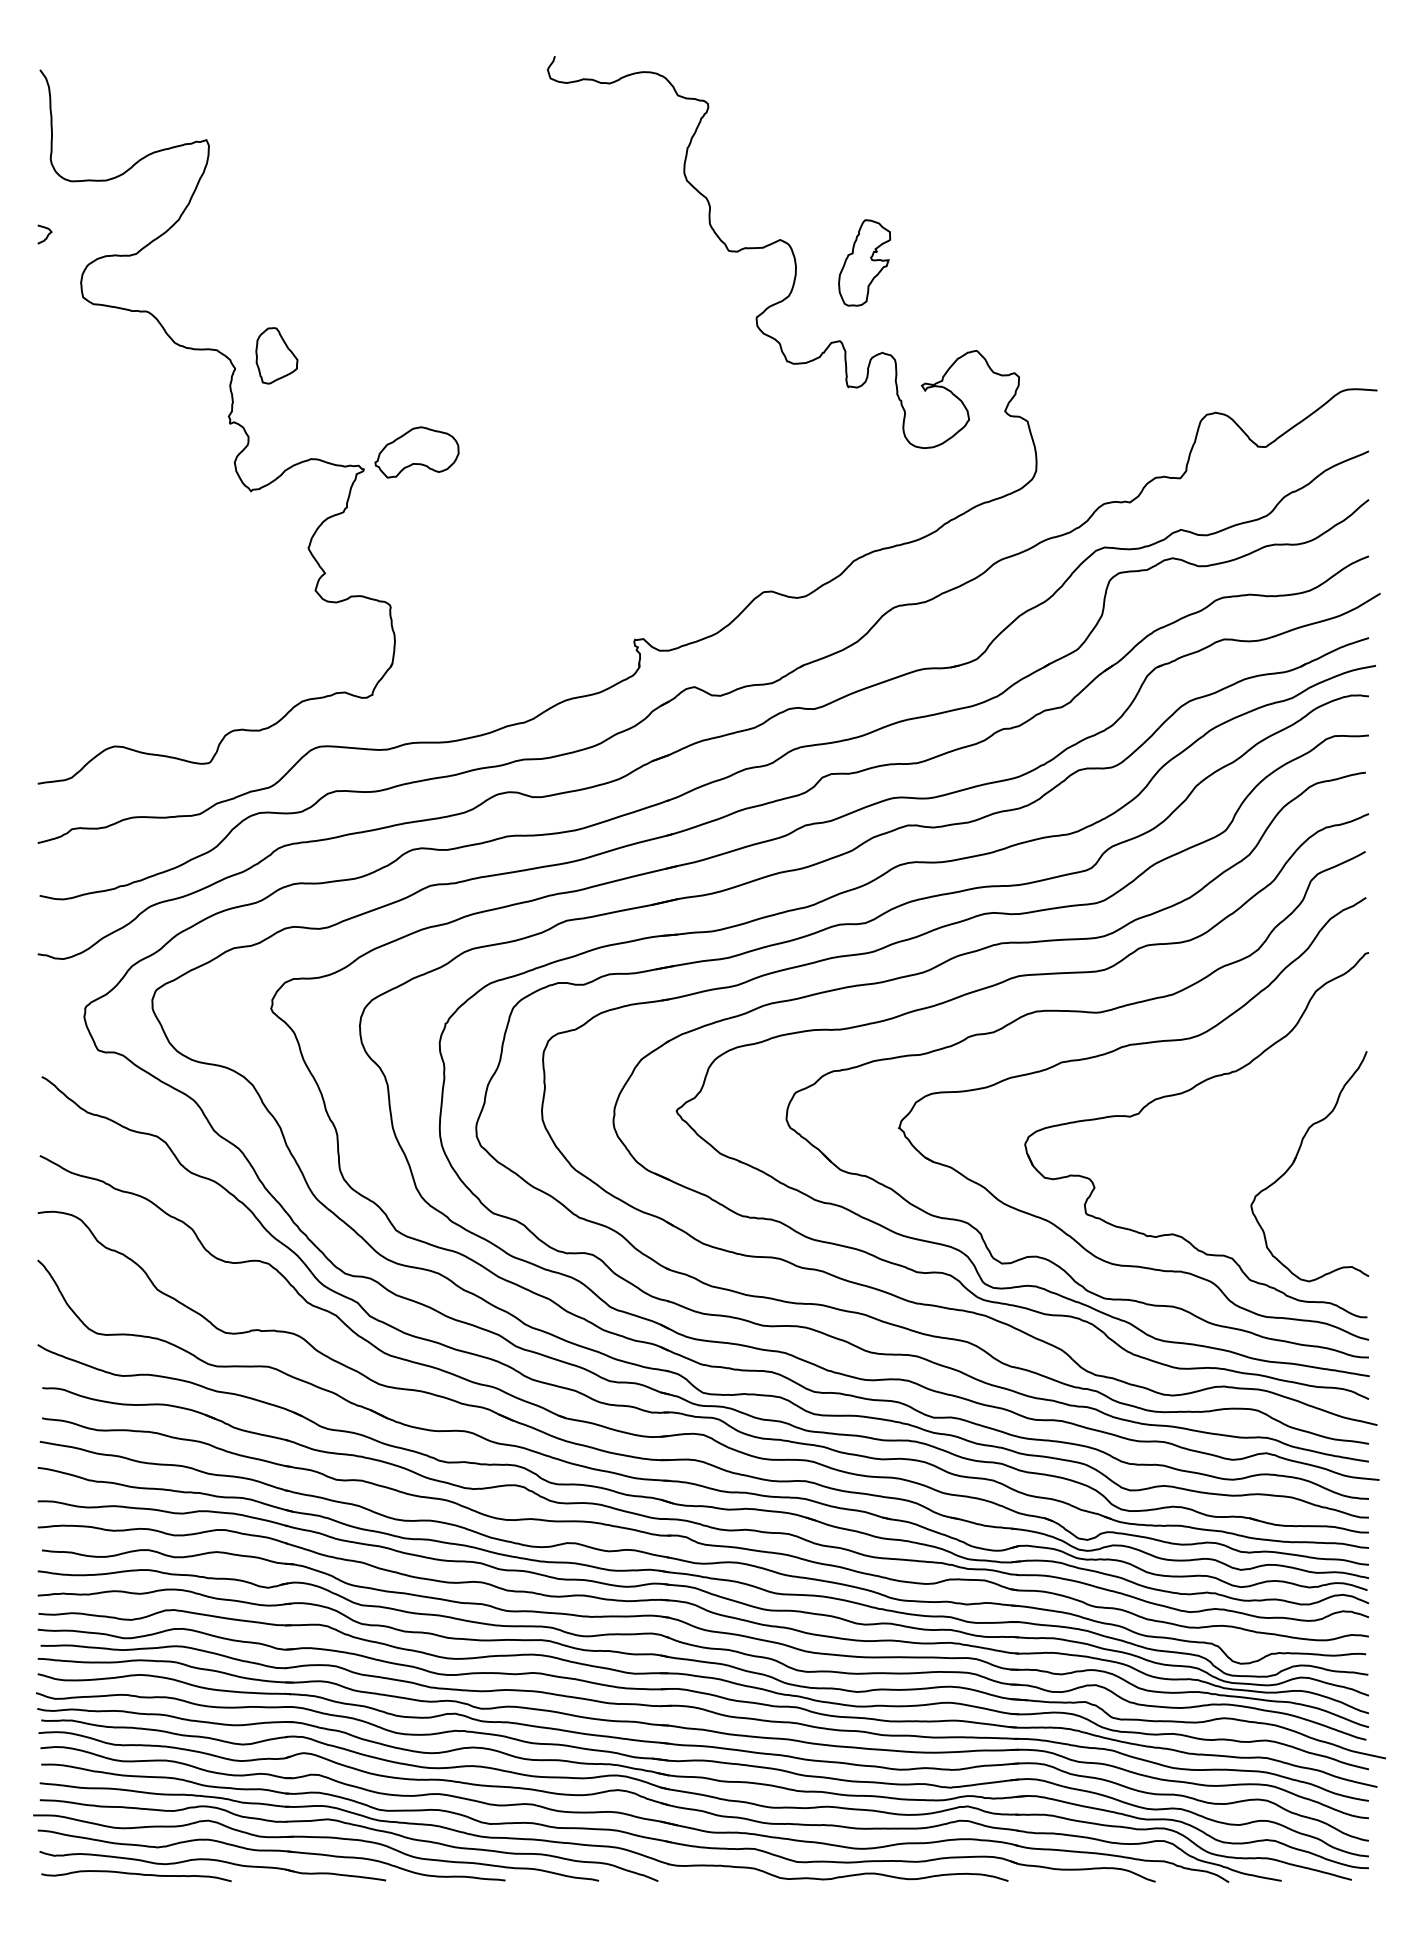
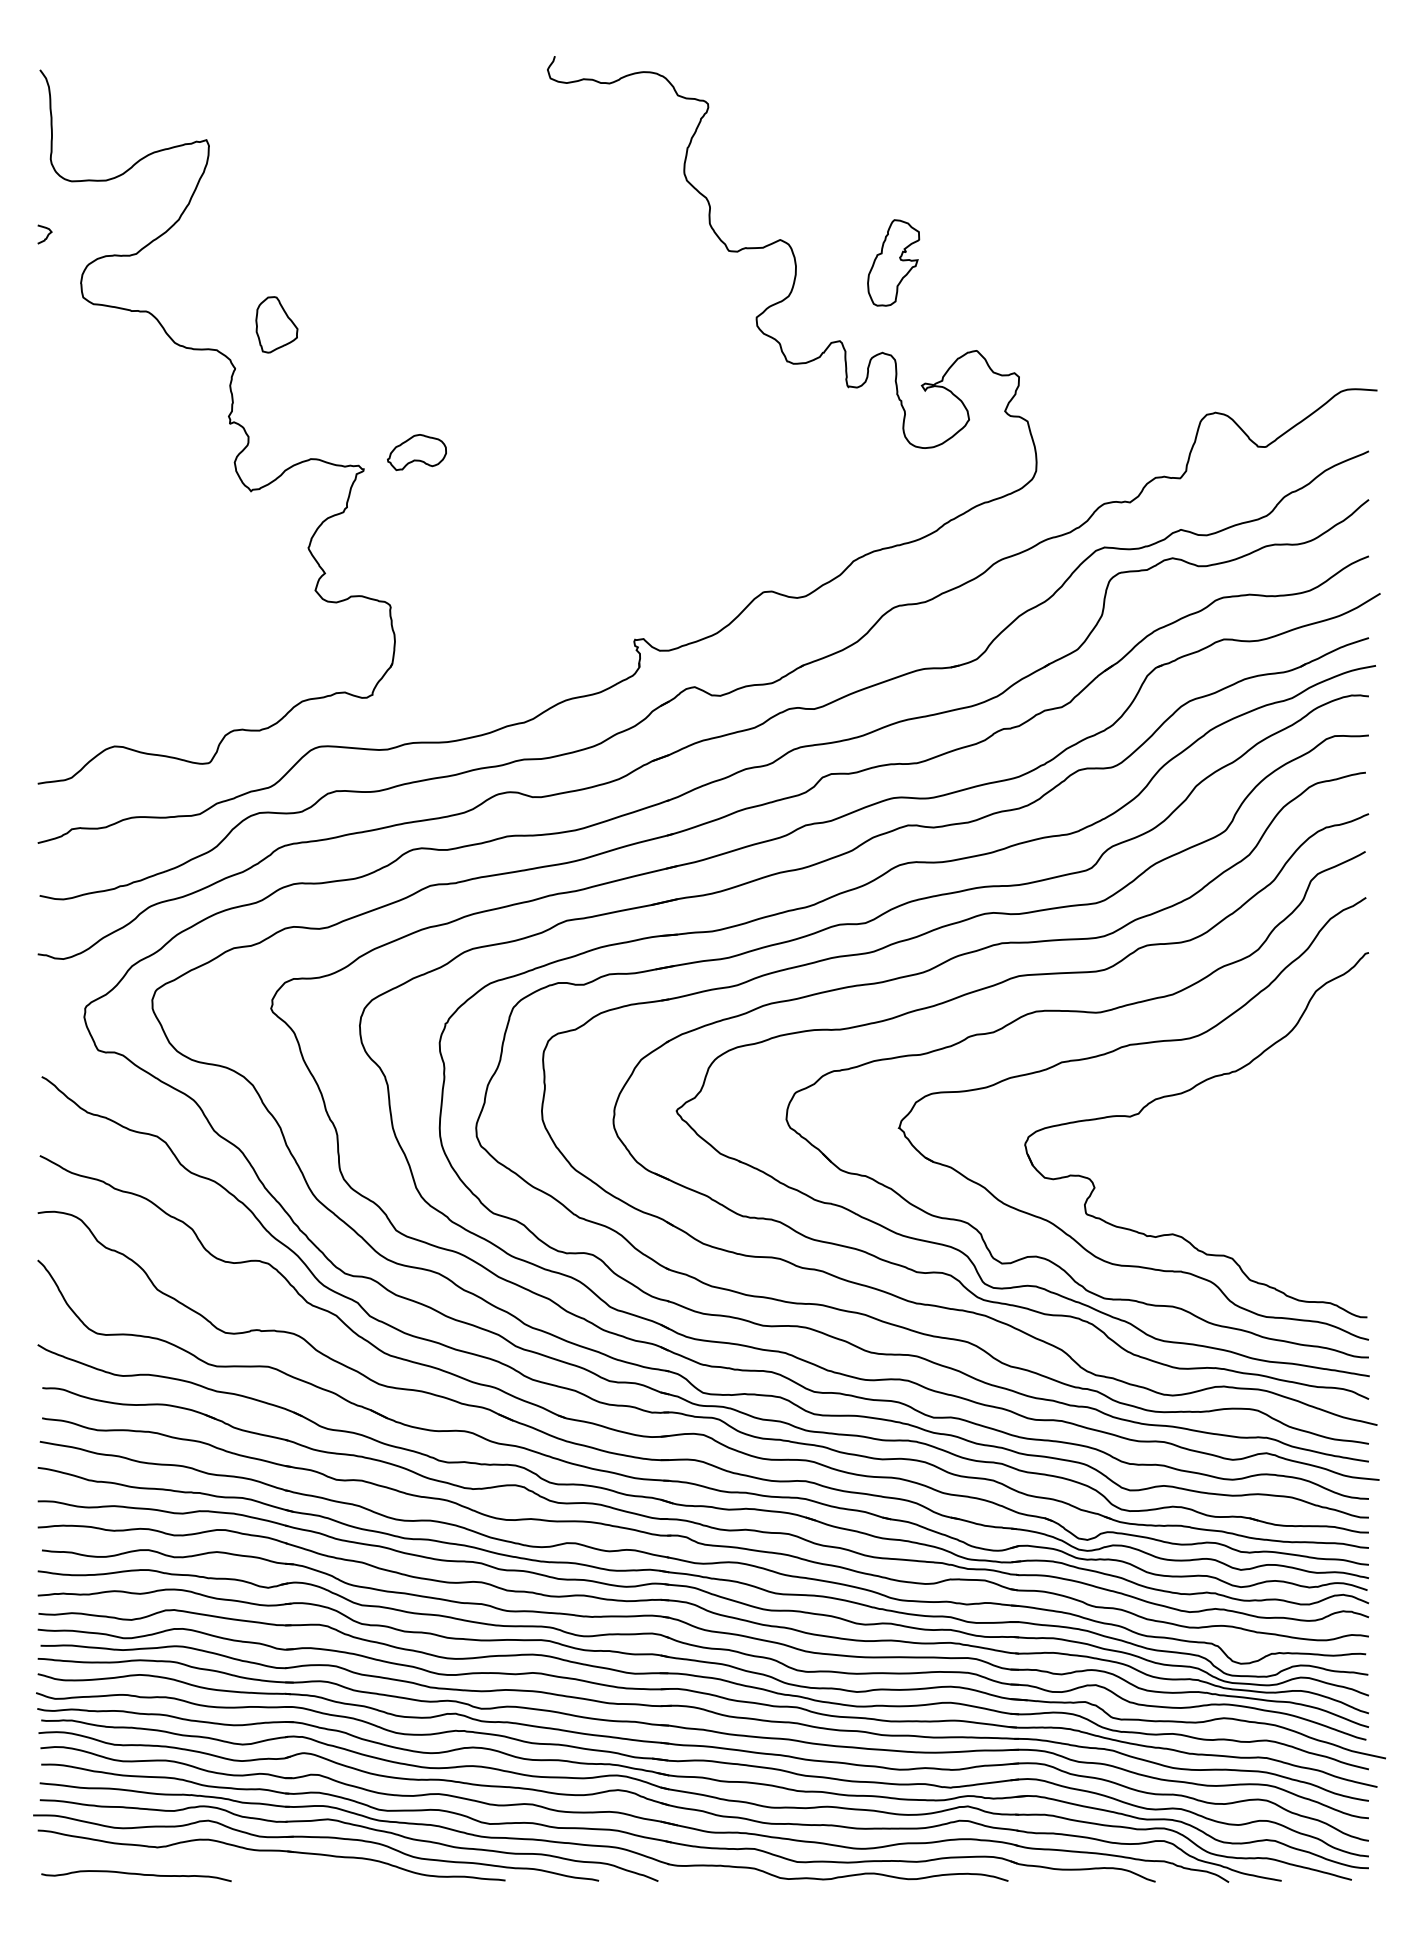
part at (864, 262) position: (864, 262) -> (893, 262)
part at (276, 355) position: (276, 355) -> (276, 324)
part at (416, 452) size: 86x53 px -> 60x38 px
part at (1295, 1160): present -> none
part at (212, 1866): present -> none
